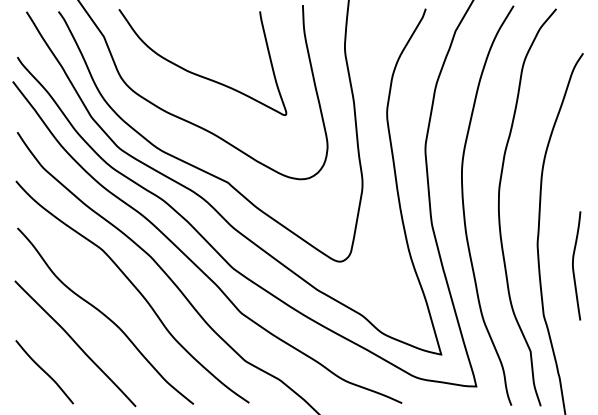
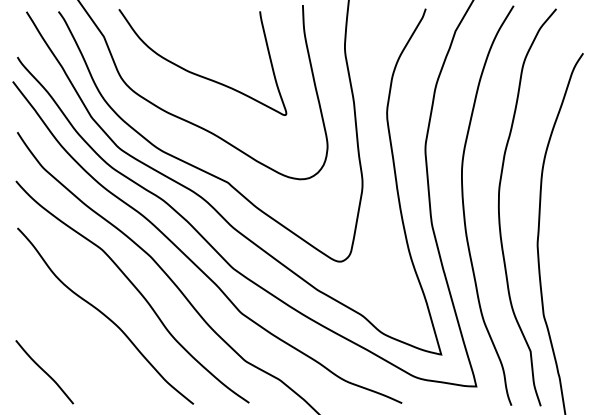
curve at (573, 265): present -> none
curve at (75, 343): present -> none
